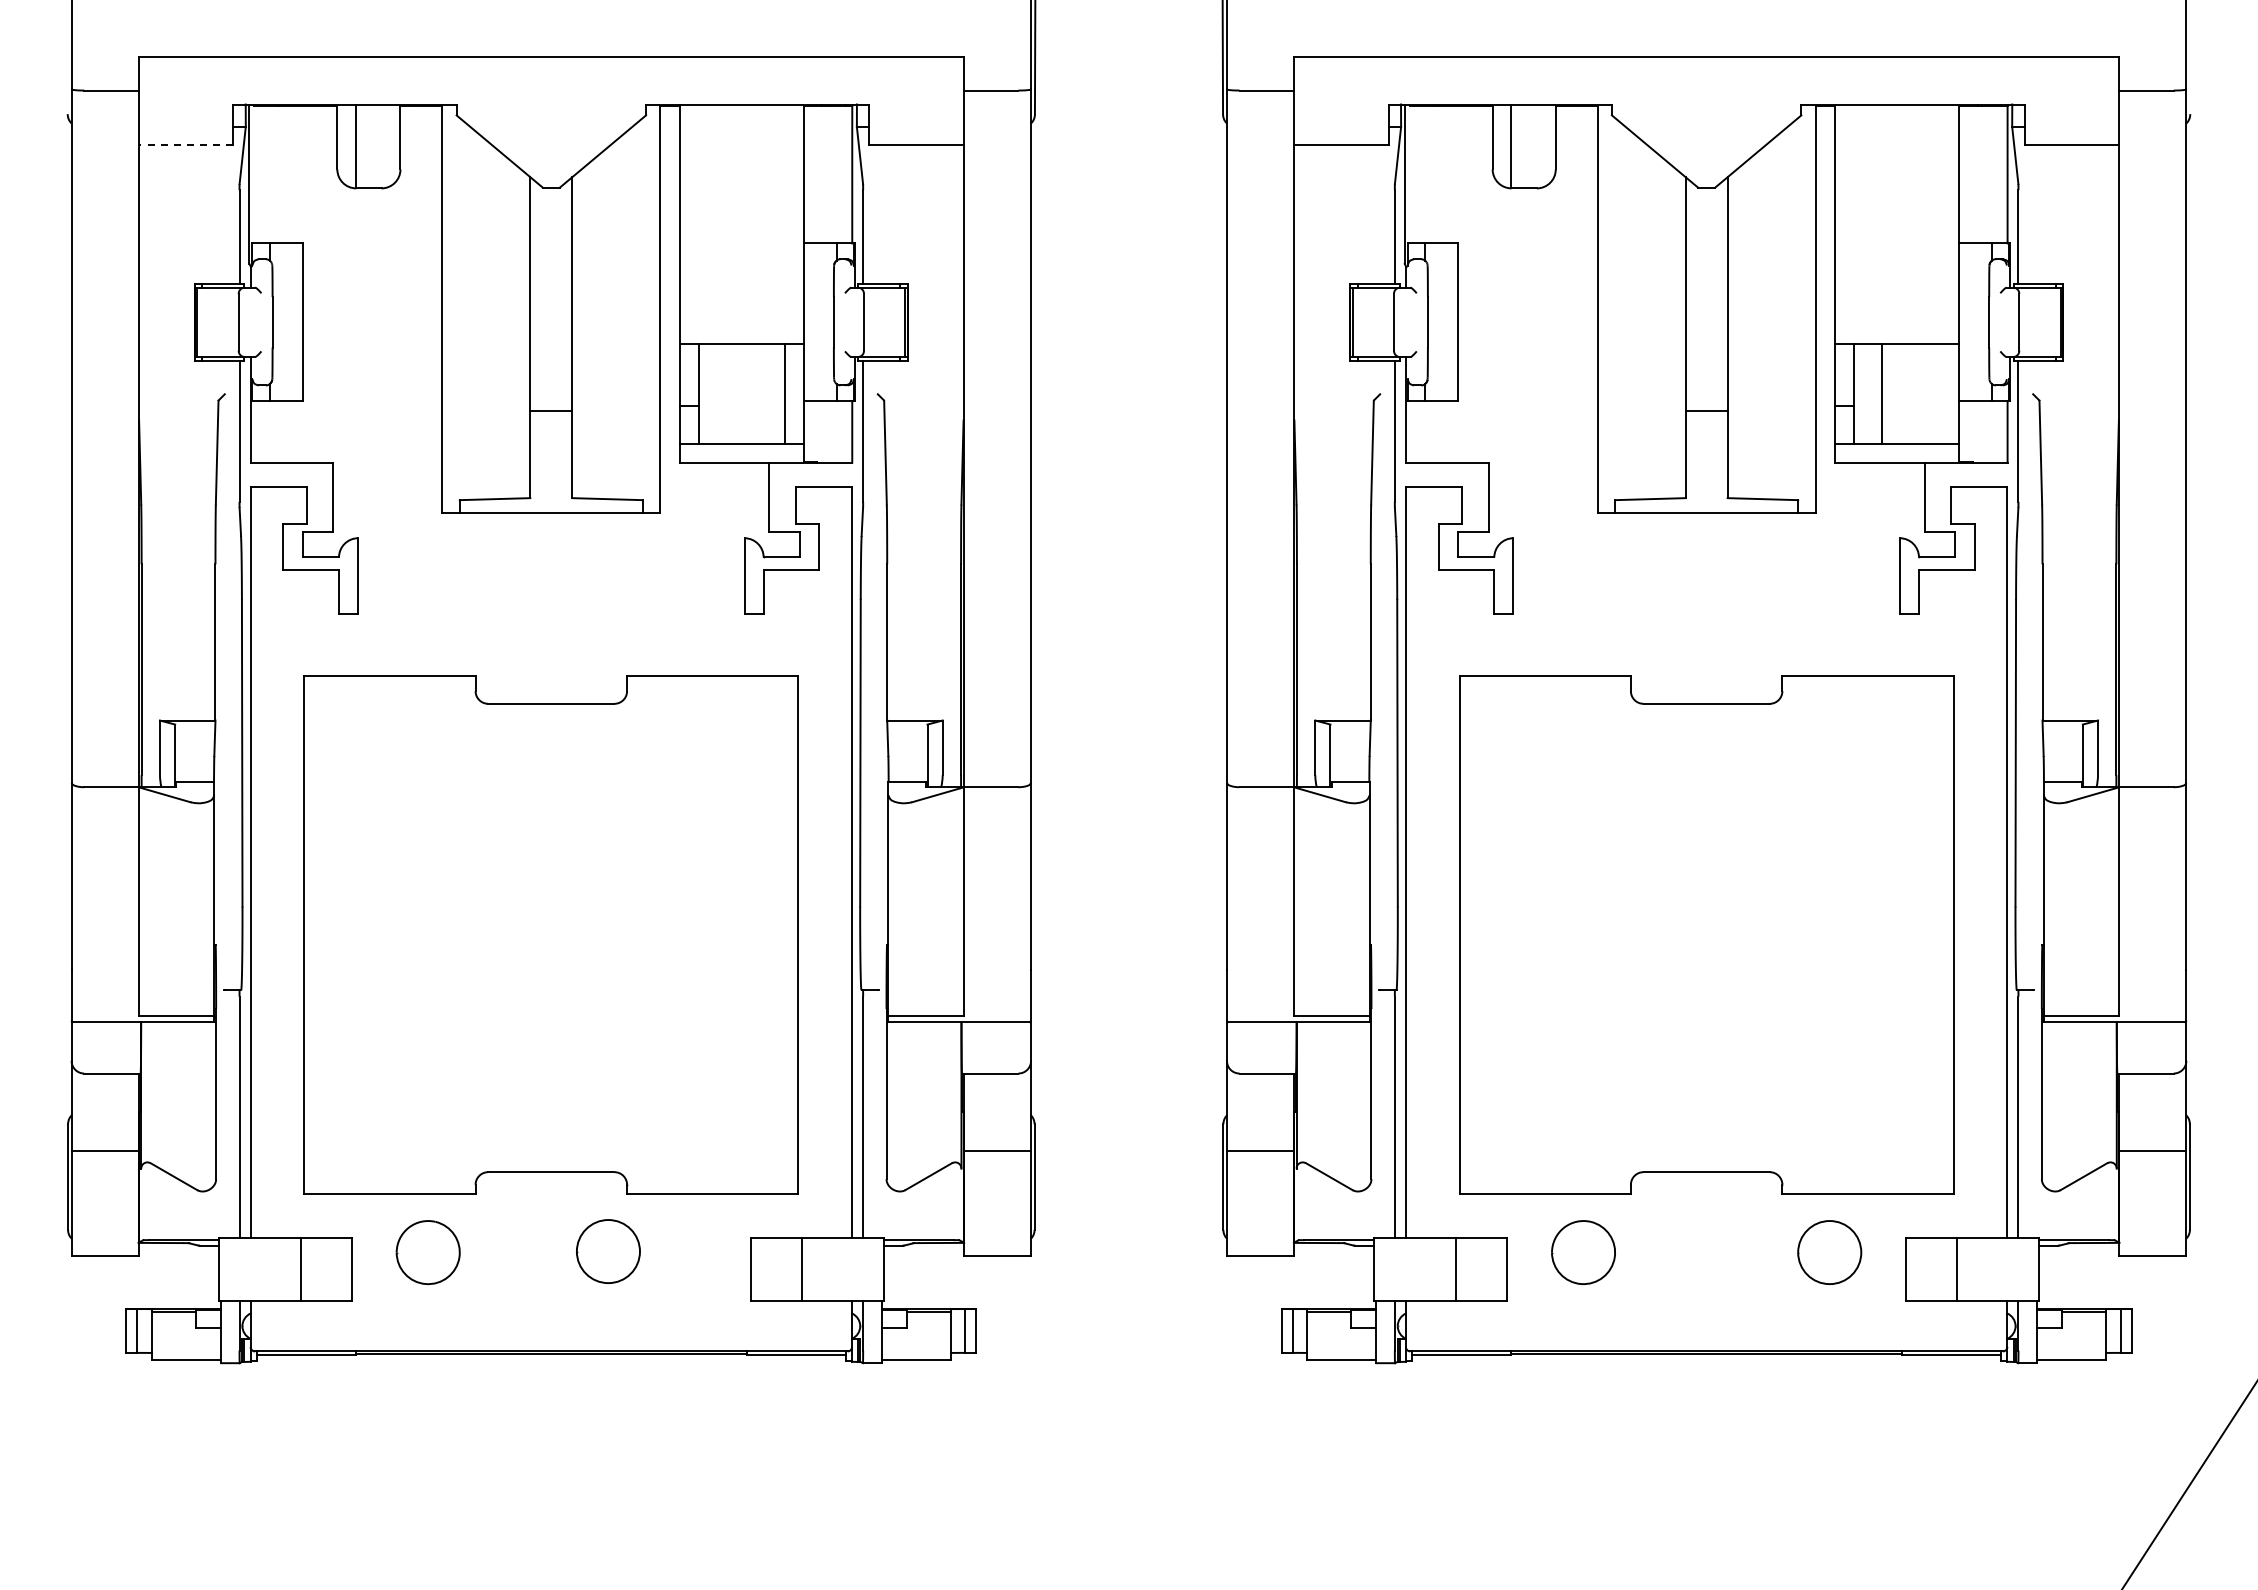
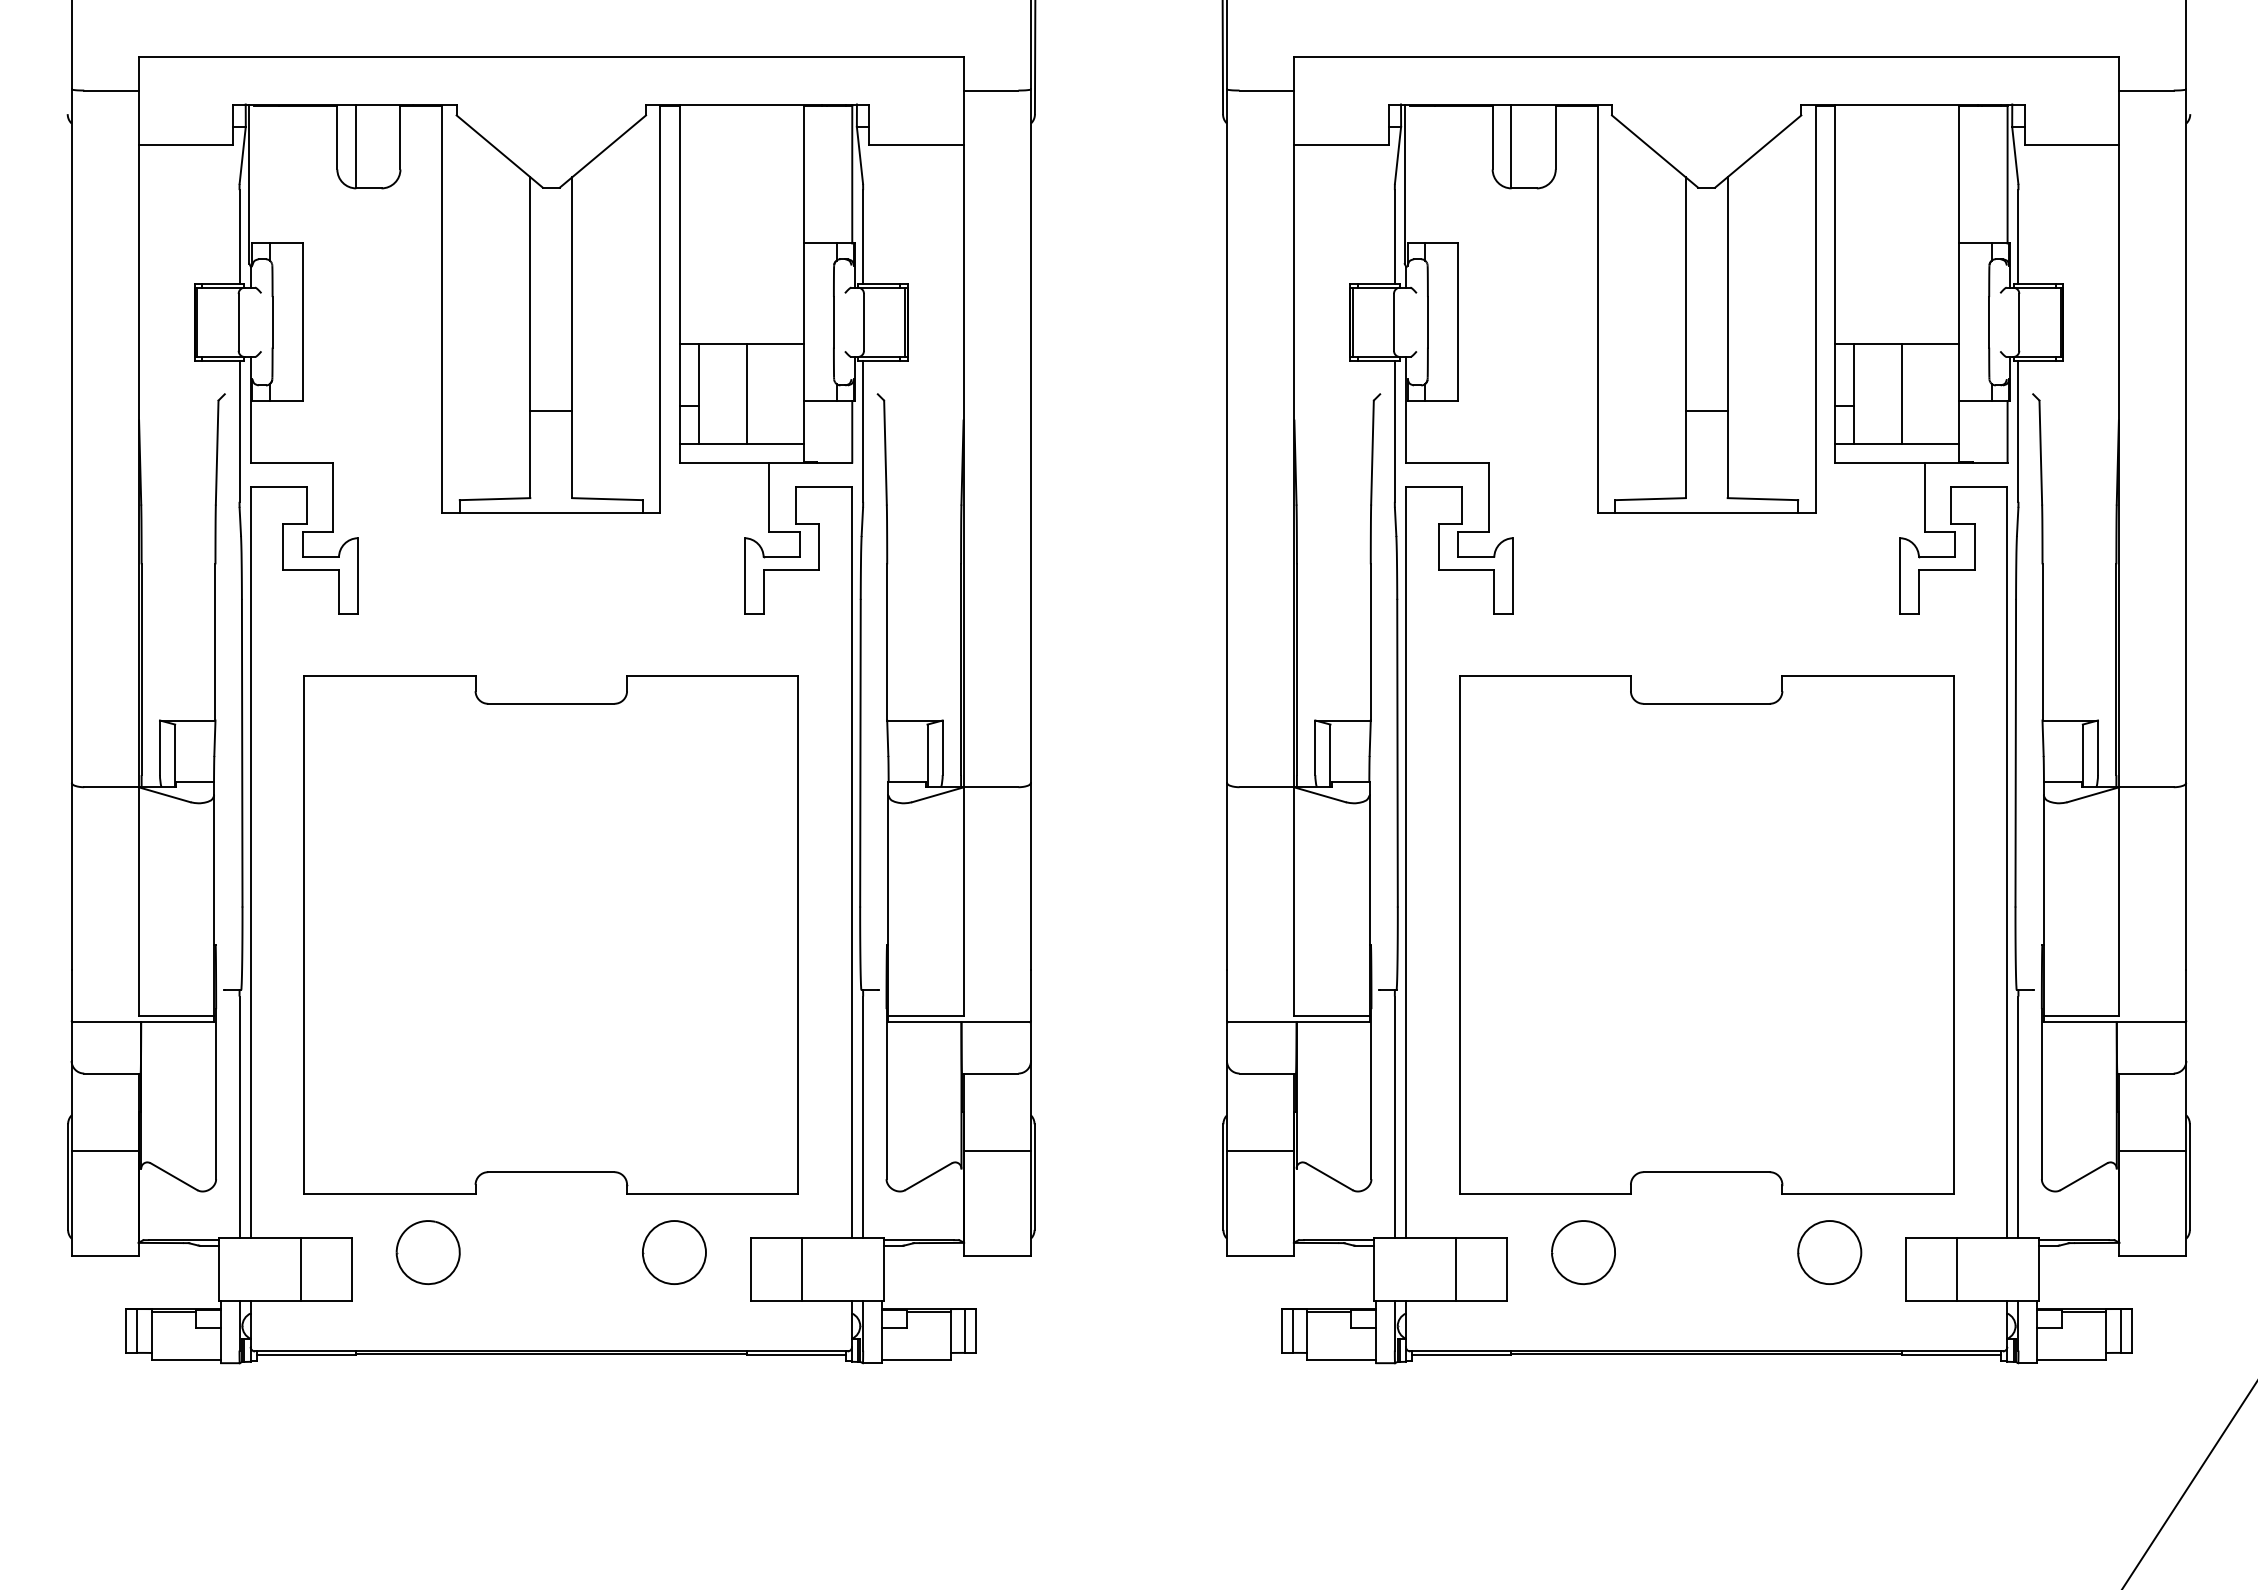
line at (185, 144): dashed -> solid
line at (785, 393) position: (785, 393) -> (747, 393)
line at (1882, 393) position: (1882, 393) -> (1902, 393)
part at (608, 1251) position: (608, 1251) -> (674, 1252)
